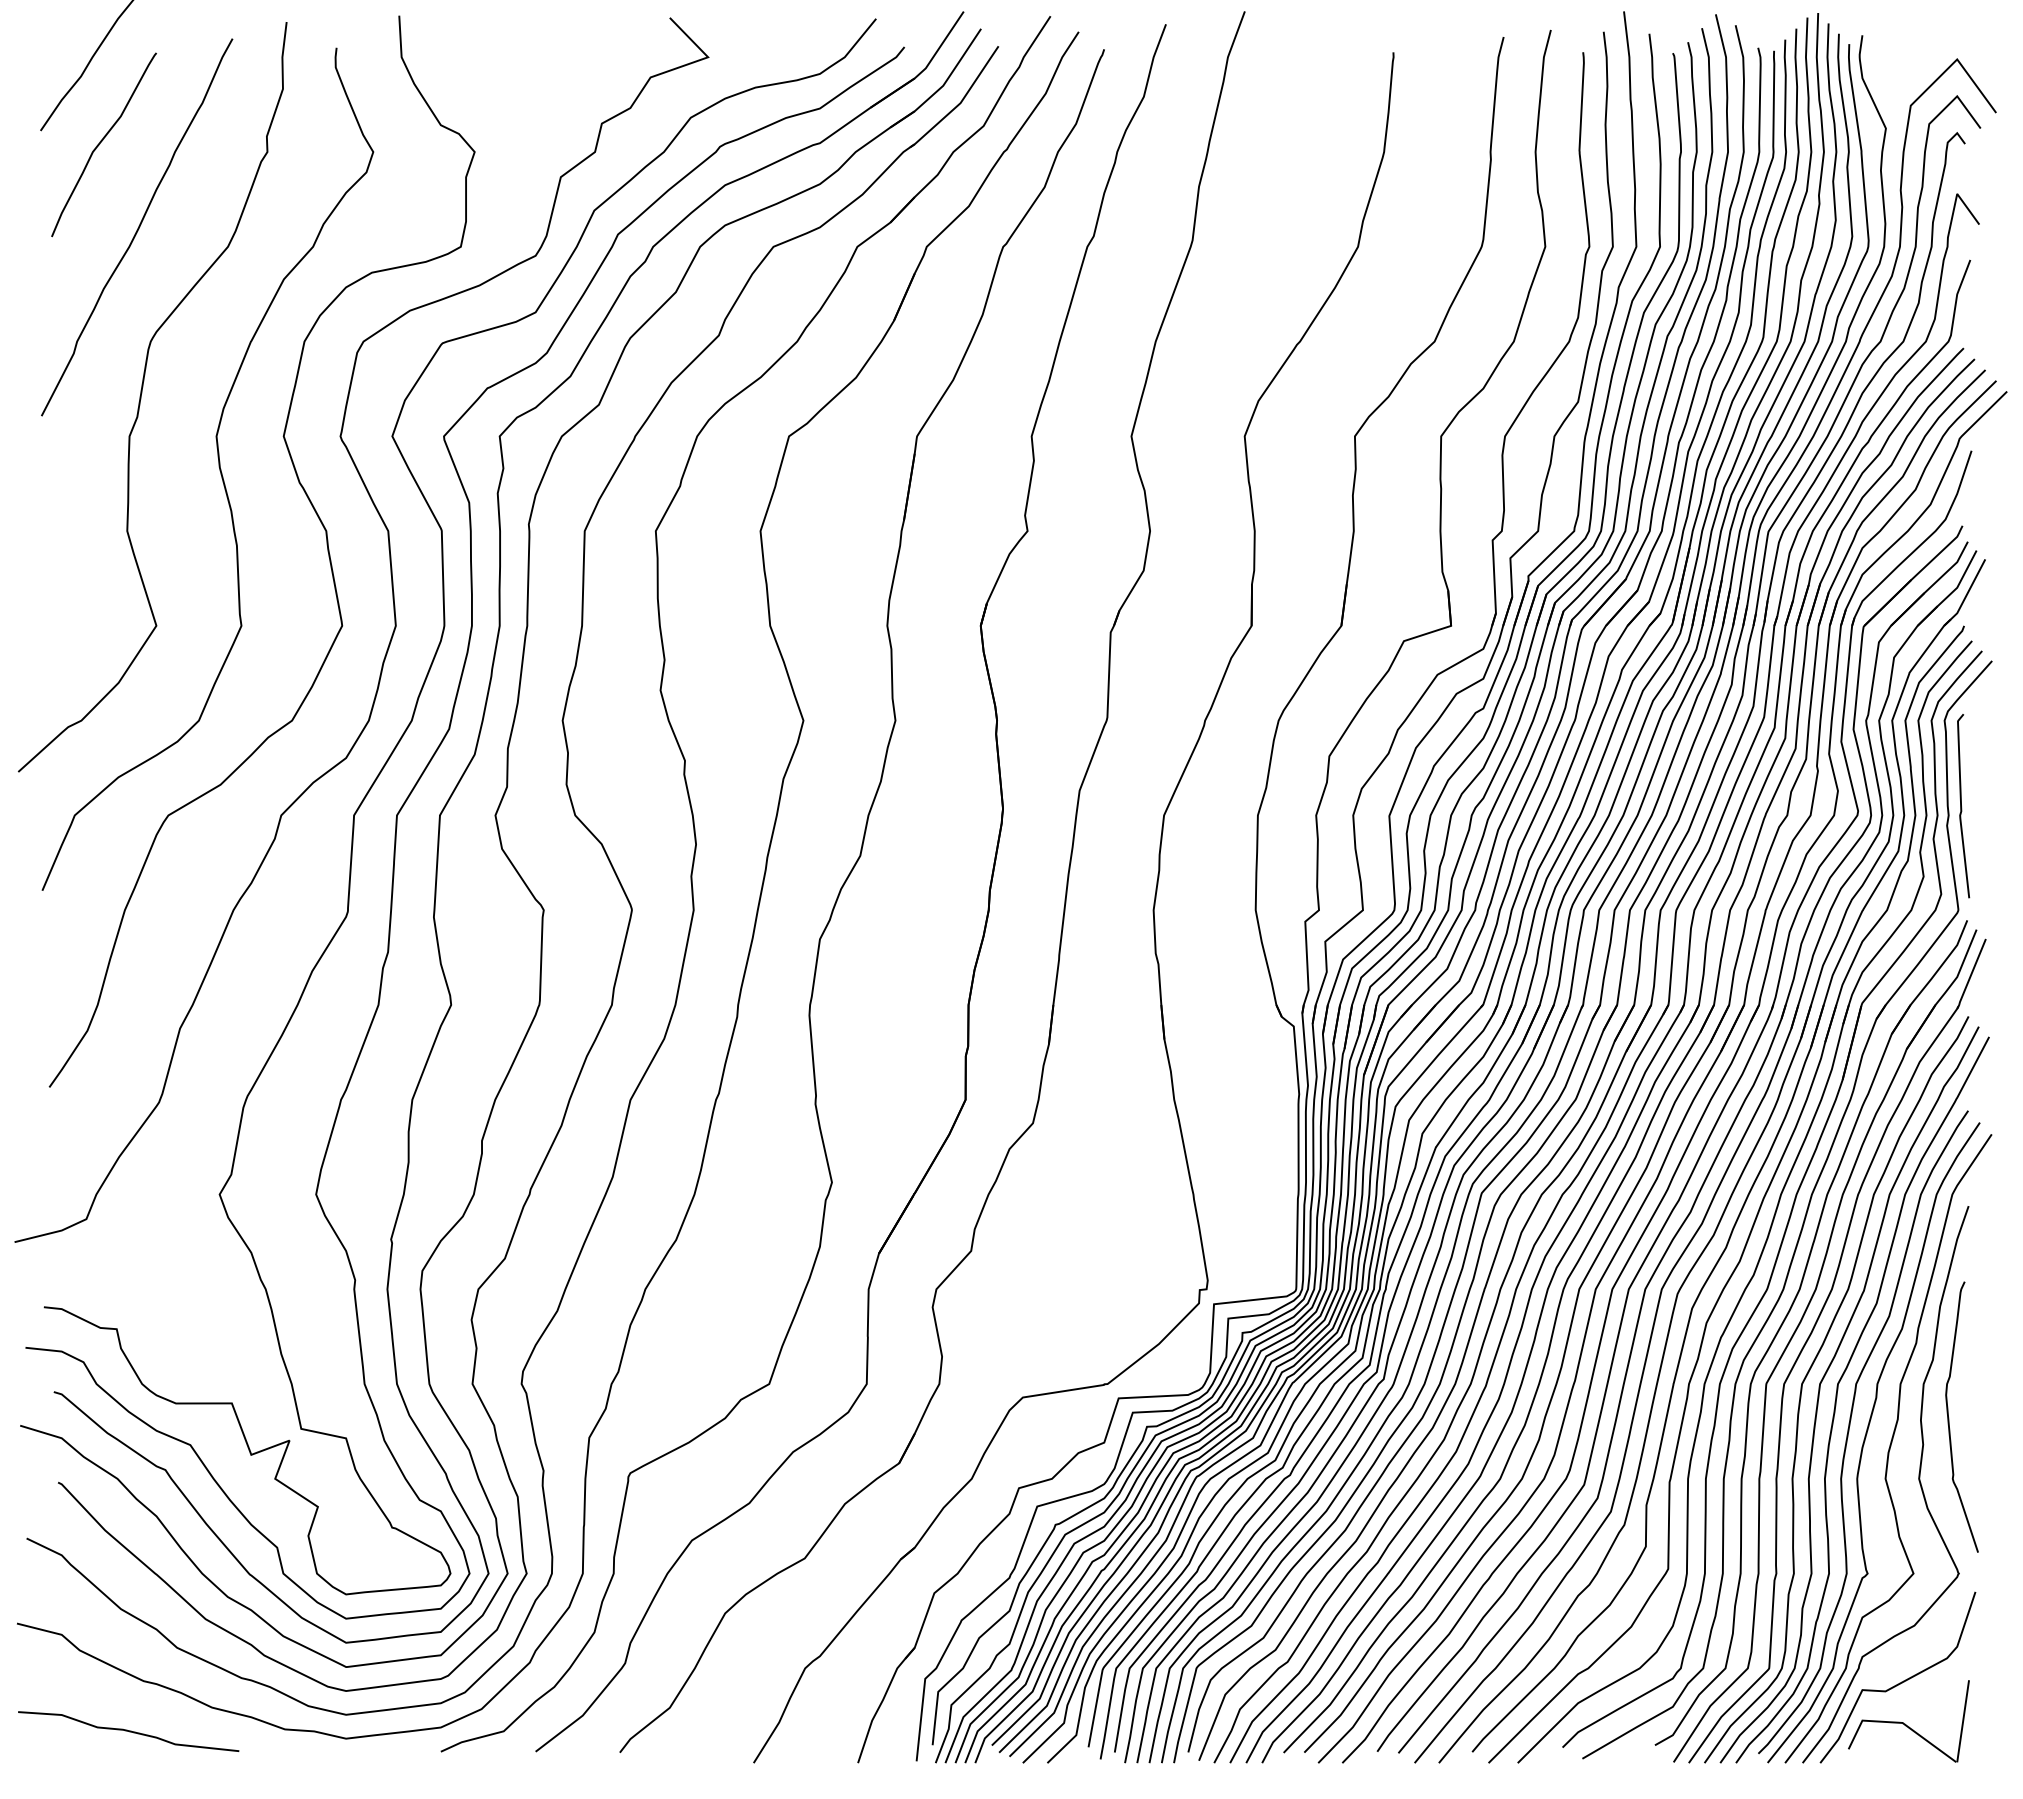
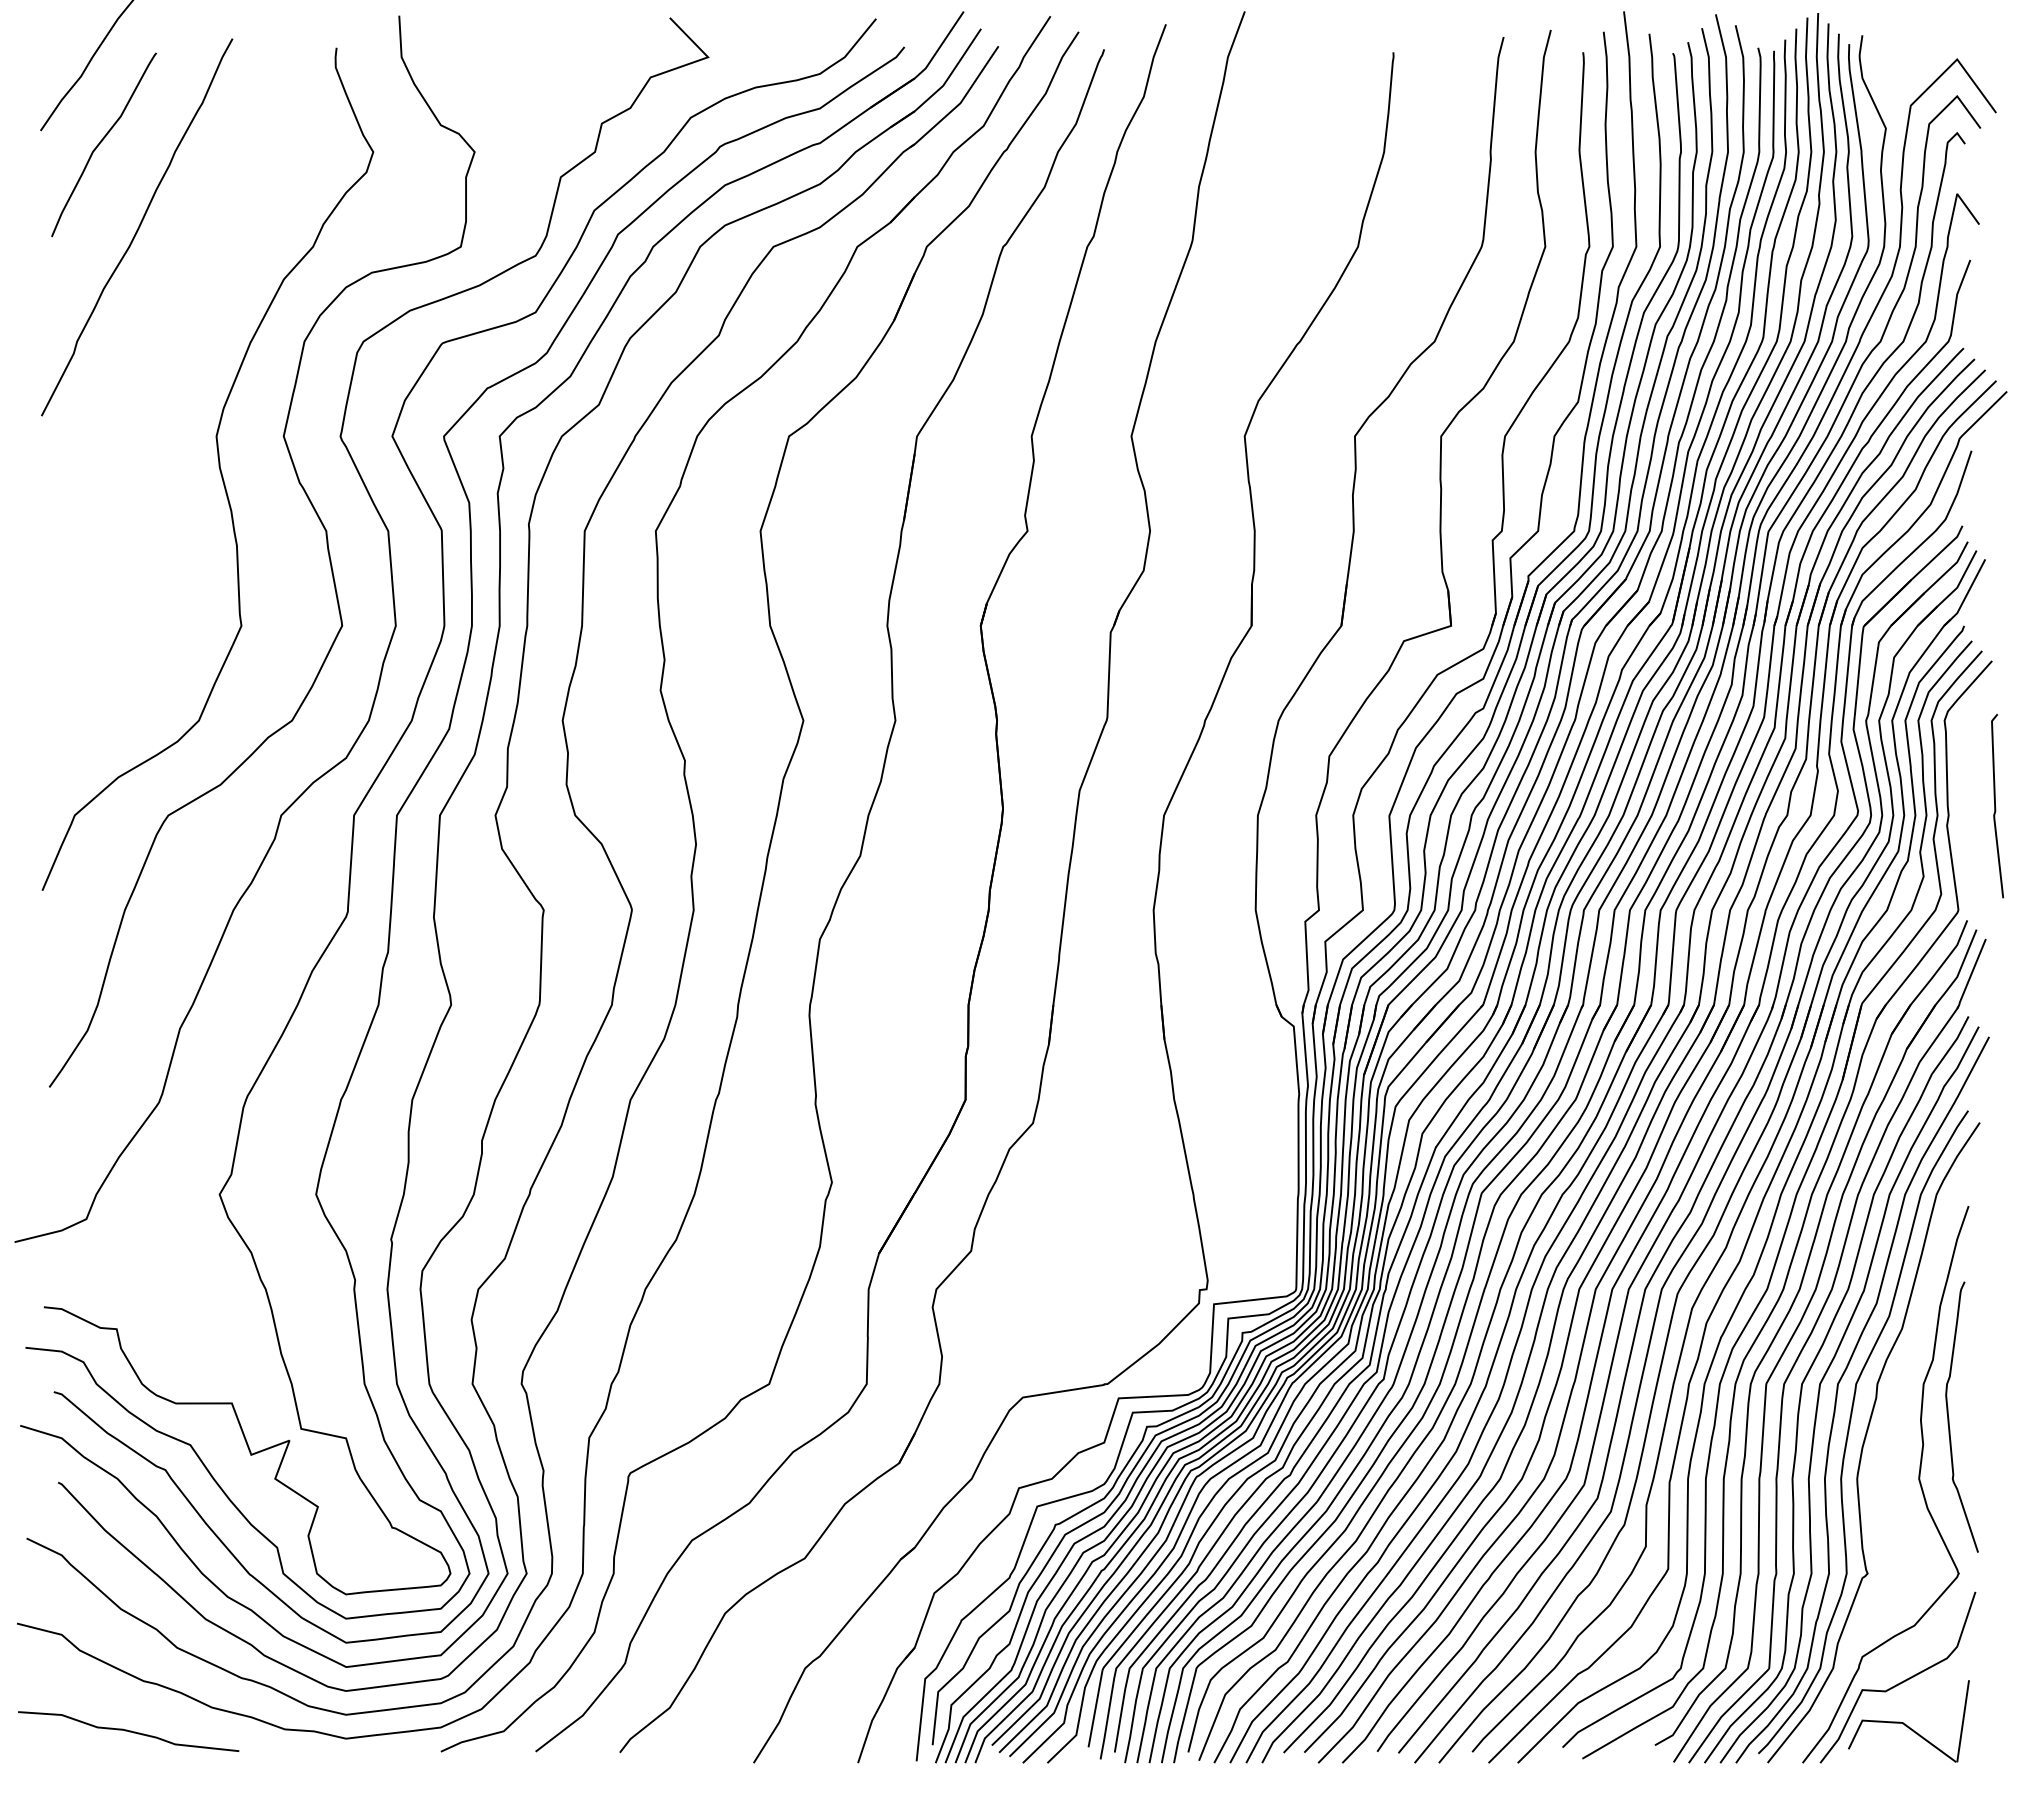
curve at (142, 393): present -> none
curve at (1962, 807) position: (1962, 807) -> (1996, 807)
curve at (1888, 1448): present -> none
